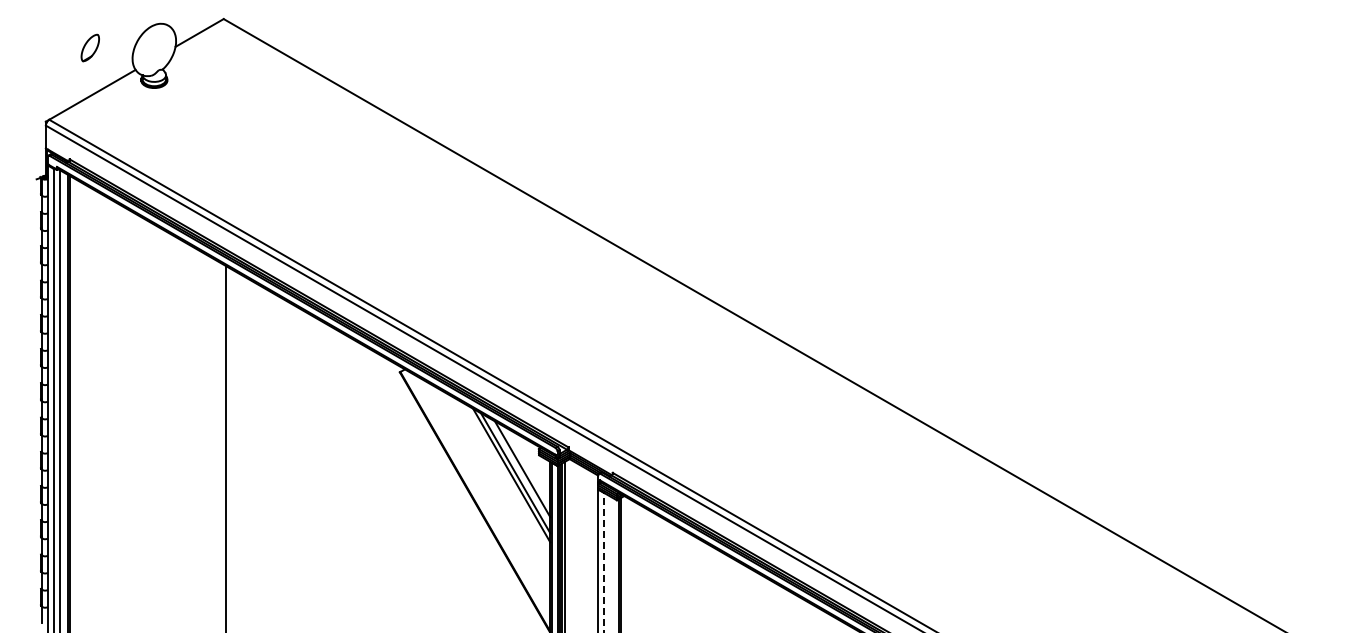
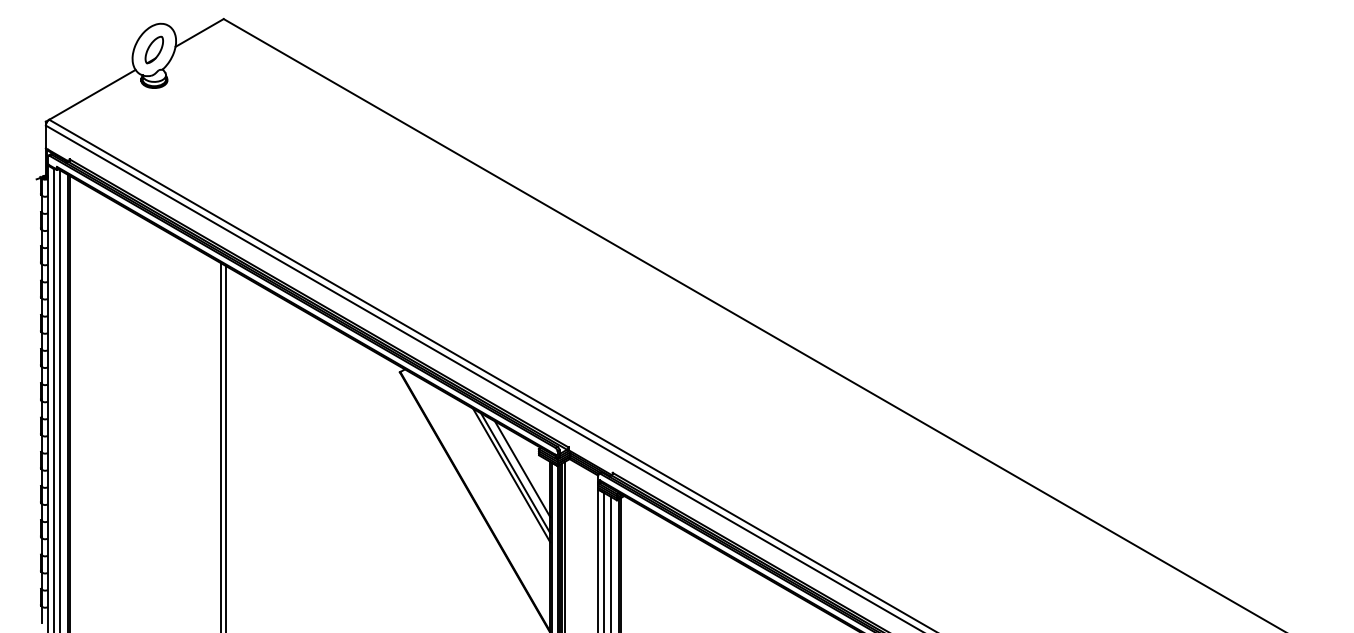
part at (89, 47) position: (89, 47) -> (153, 49)
line at (221, 446): none -> present
line at (611, 562): none -> present
line at (604, 563): dashed -> solid
